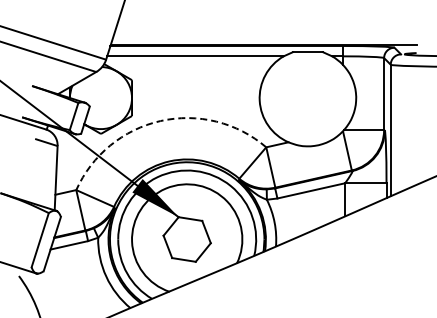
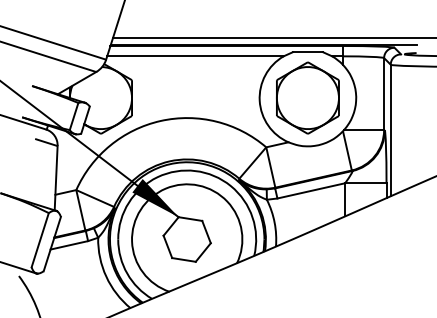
line at (273, 37): none -> present
part at (307, 97): none -> present
arc at (160, 121): dashed -> solid
